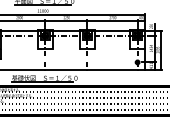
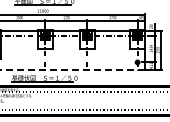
line at (72, 70): solid -> dashed
line at (84, 98): present -> none
line at (84, 104): present -> none
